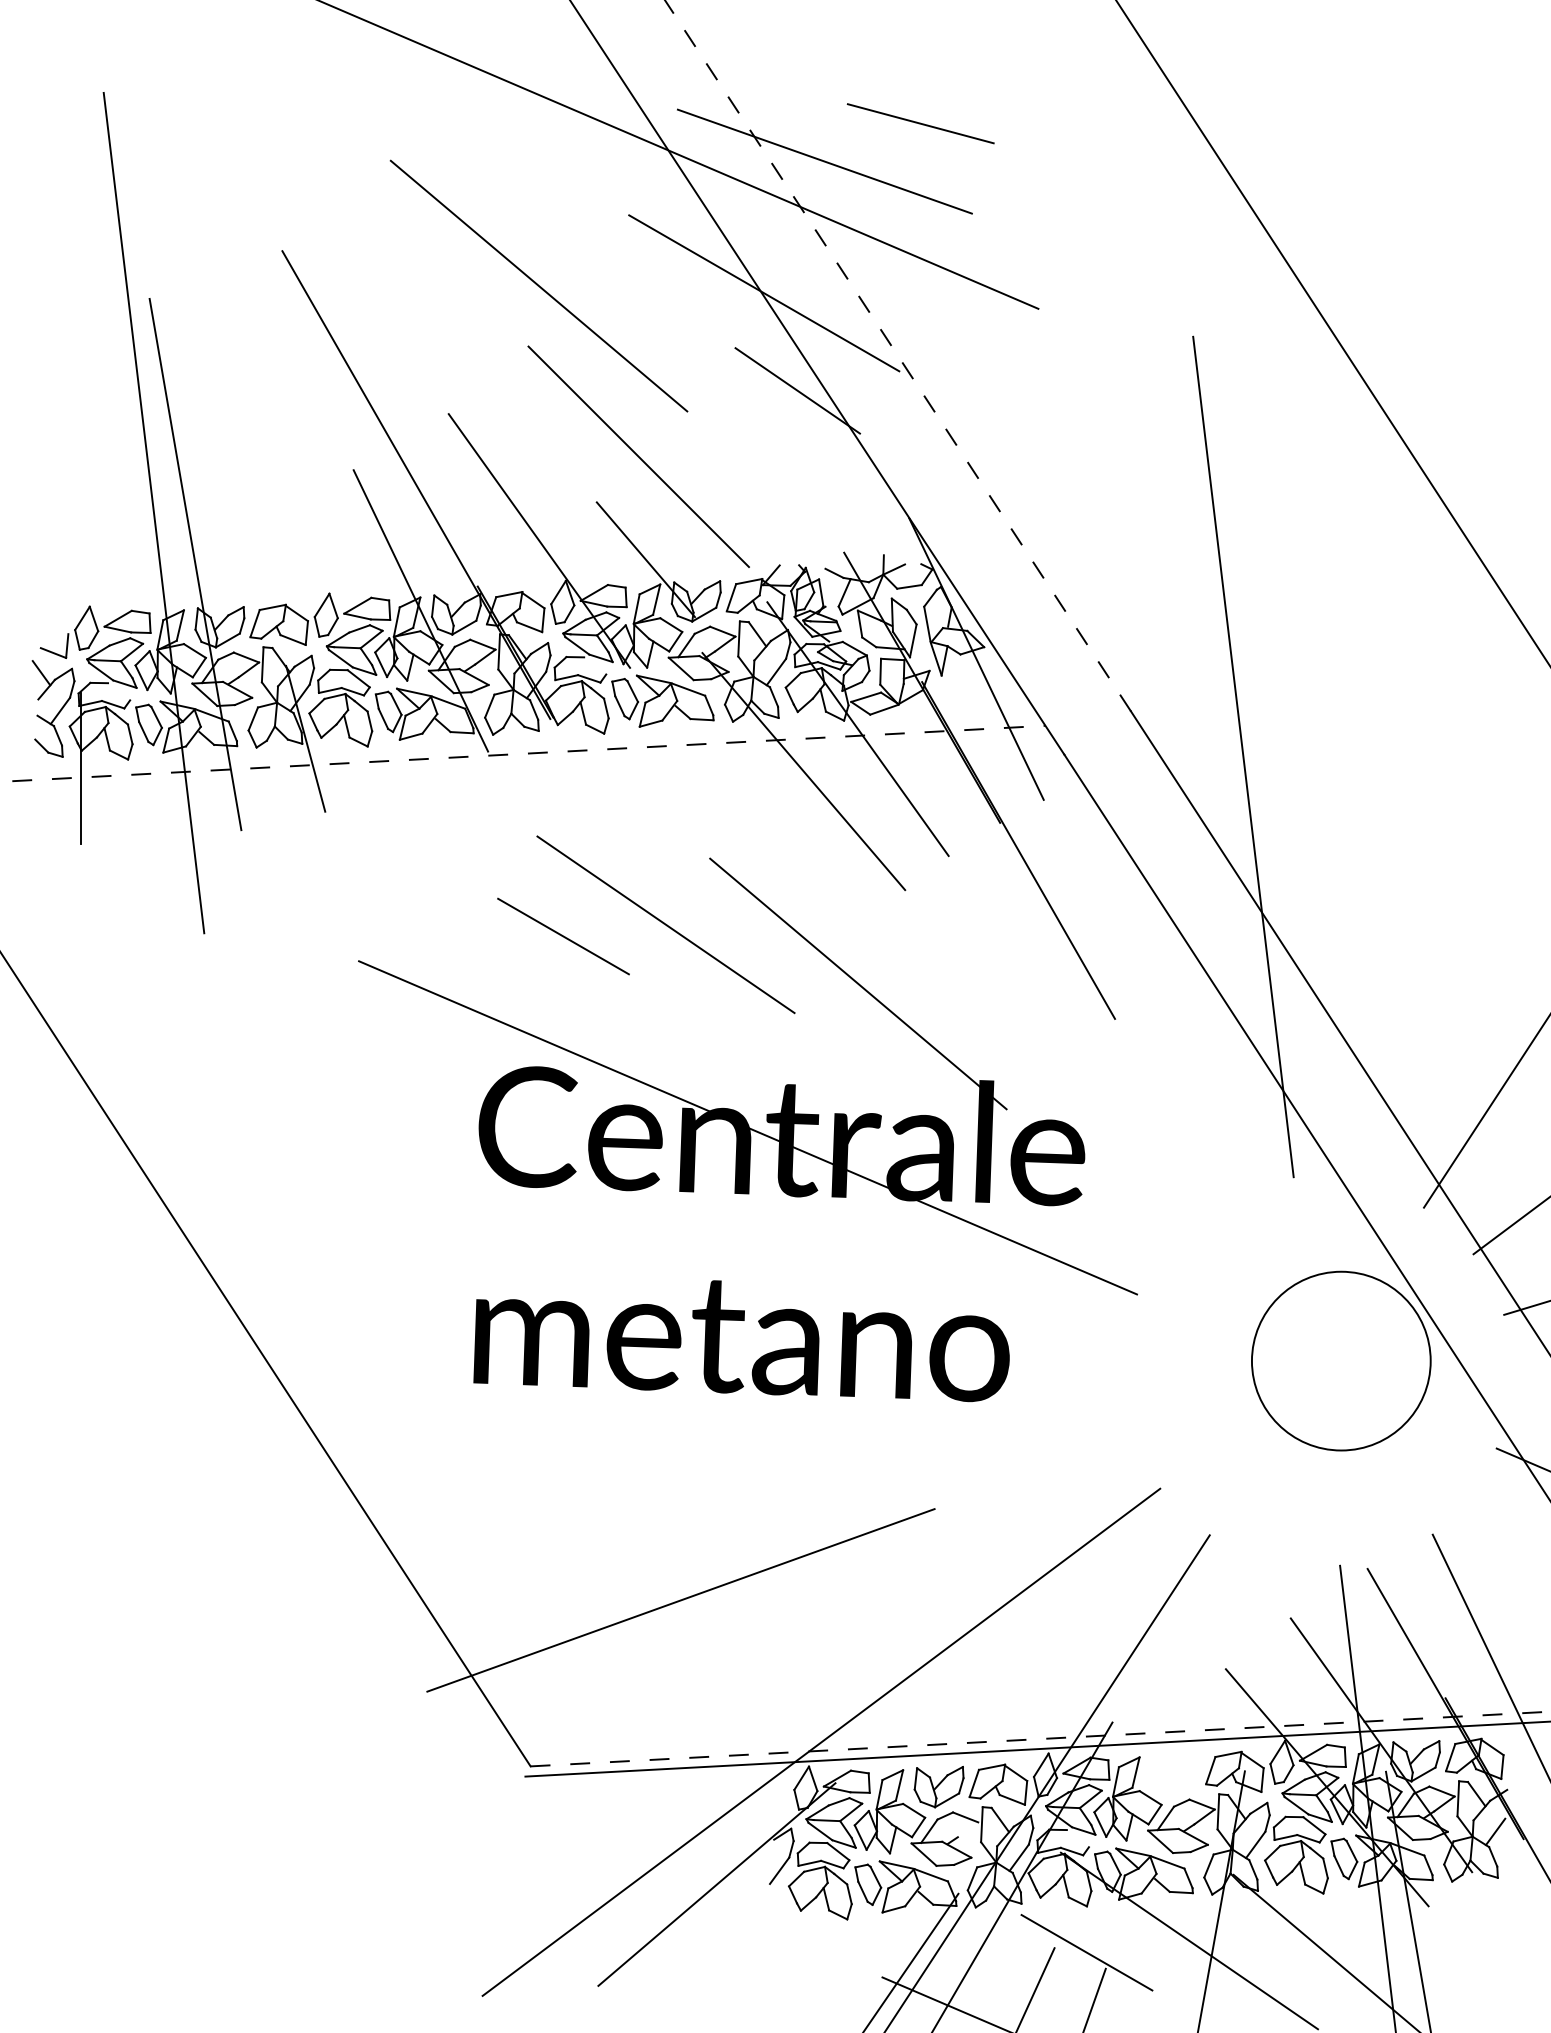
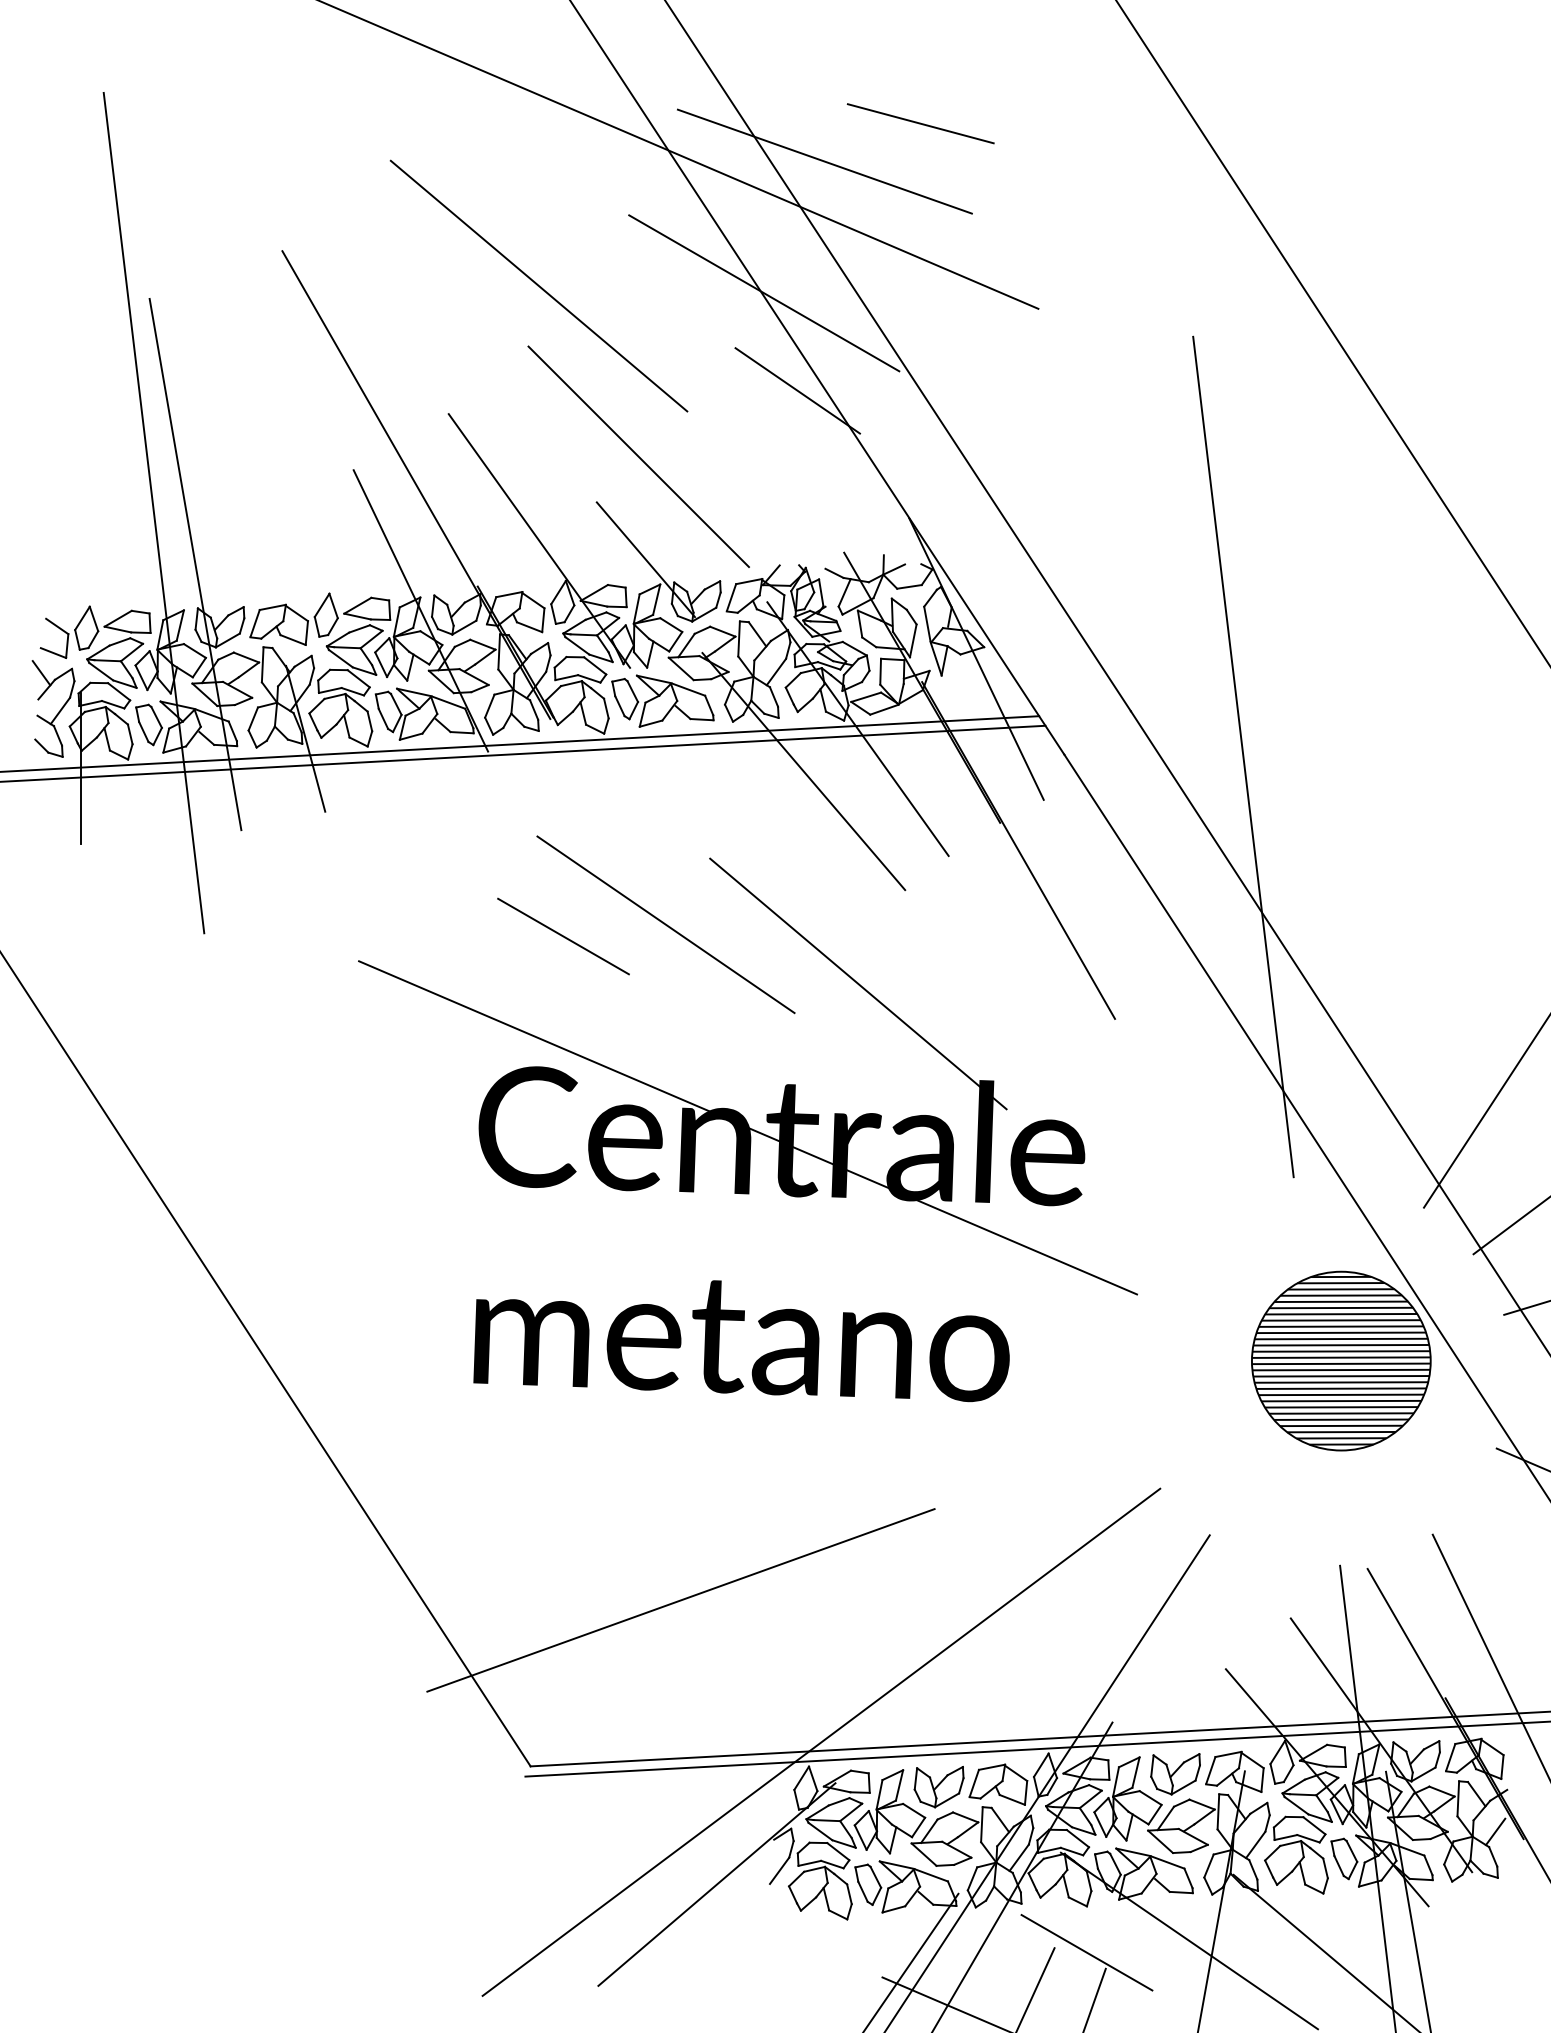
line at (898, 355): dashed -> solid
line at (57, 626): none -> present
line at (595, 665): none -> present
line at (119, 691): none -> present
line at (520, 743): none -> present
line at (523, 753): dashed -> solid
hatch at (1341, 1360): none -> present
line at (1040, 1739): dashed -> solid
part at (1175, 1774): none -> present
line at (967, 1829): none -> present
line at (1077, 1838): none -> present
